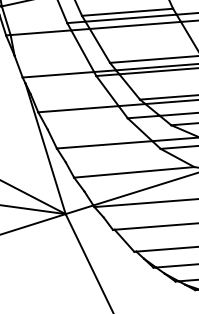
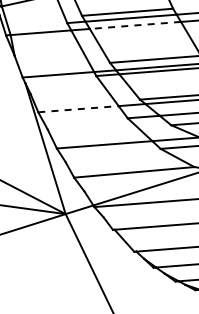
line at (135, 25): solid -> dashed
line at (78, 109): solid -> dashed
